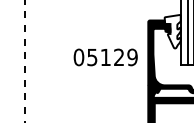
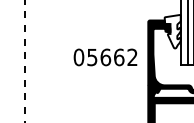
text at (118, 57): 05129 -> 05662
